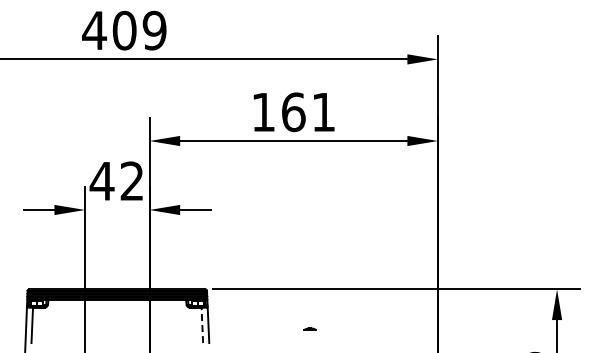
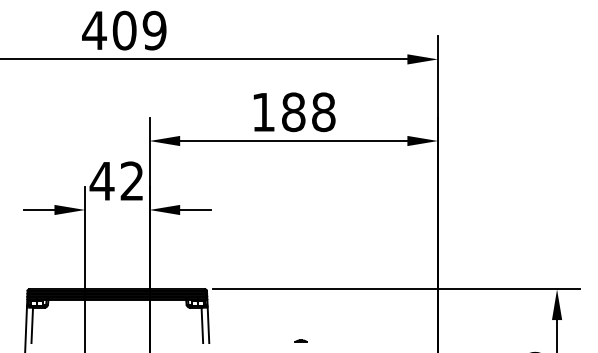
text at (308, 112): 161 -> 188
line at (202, 325): dashed -> solid
part at (309, 328) position: (309, 328) -> (300, 340)
